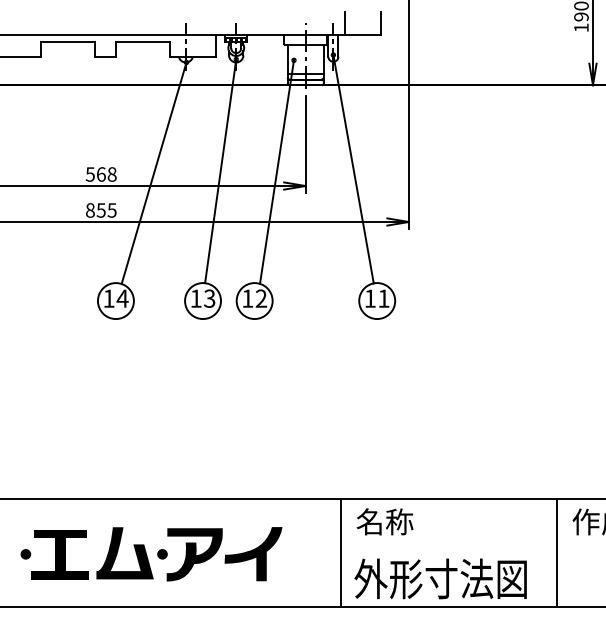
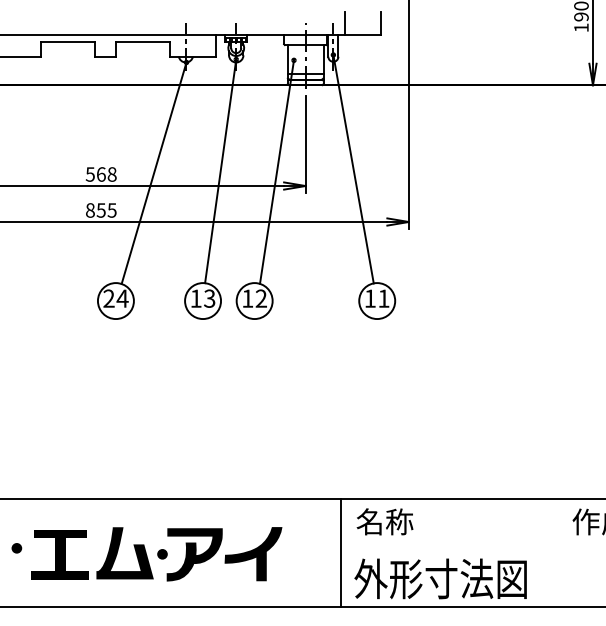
text at (108, 298): 14 -> 24
line at (556, 553): present -> none
part at (25, 554) position: (25, 554) -> (16, 548)
